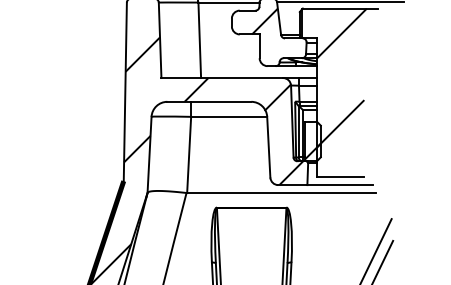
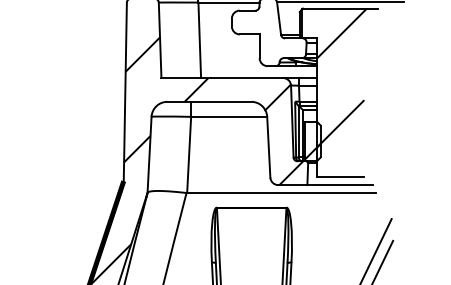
hatch at (264, 21): present -> none
